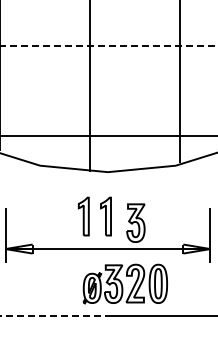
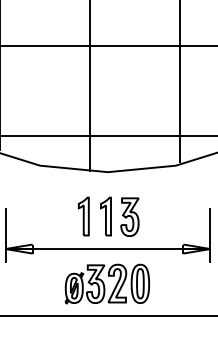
line at (108, 45): dashed -> solid
part at (135, 222) position: (135, 222) -> (129, 216)
part at (124, 283) position: (124, 283) -> (106, 283)
line at (54, 316): dashed -> solid
